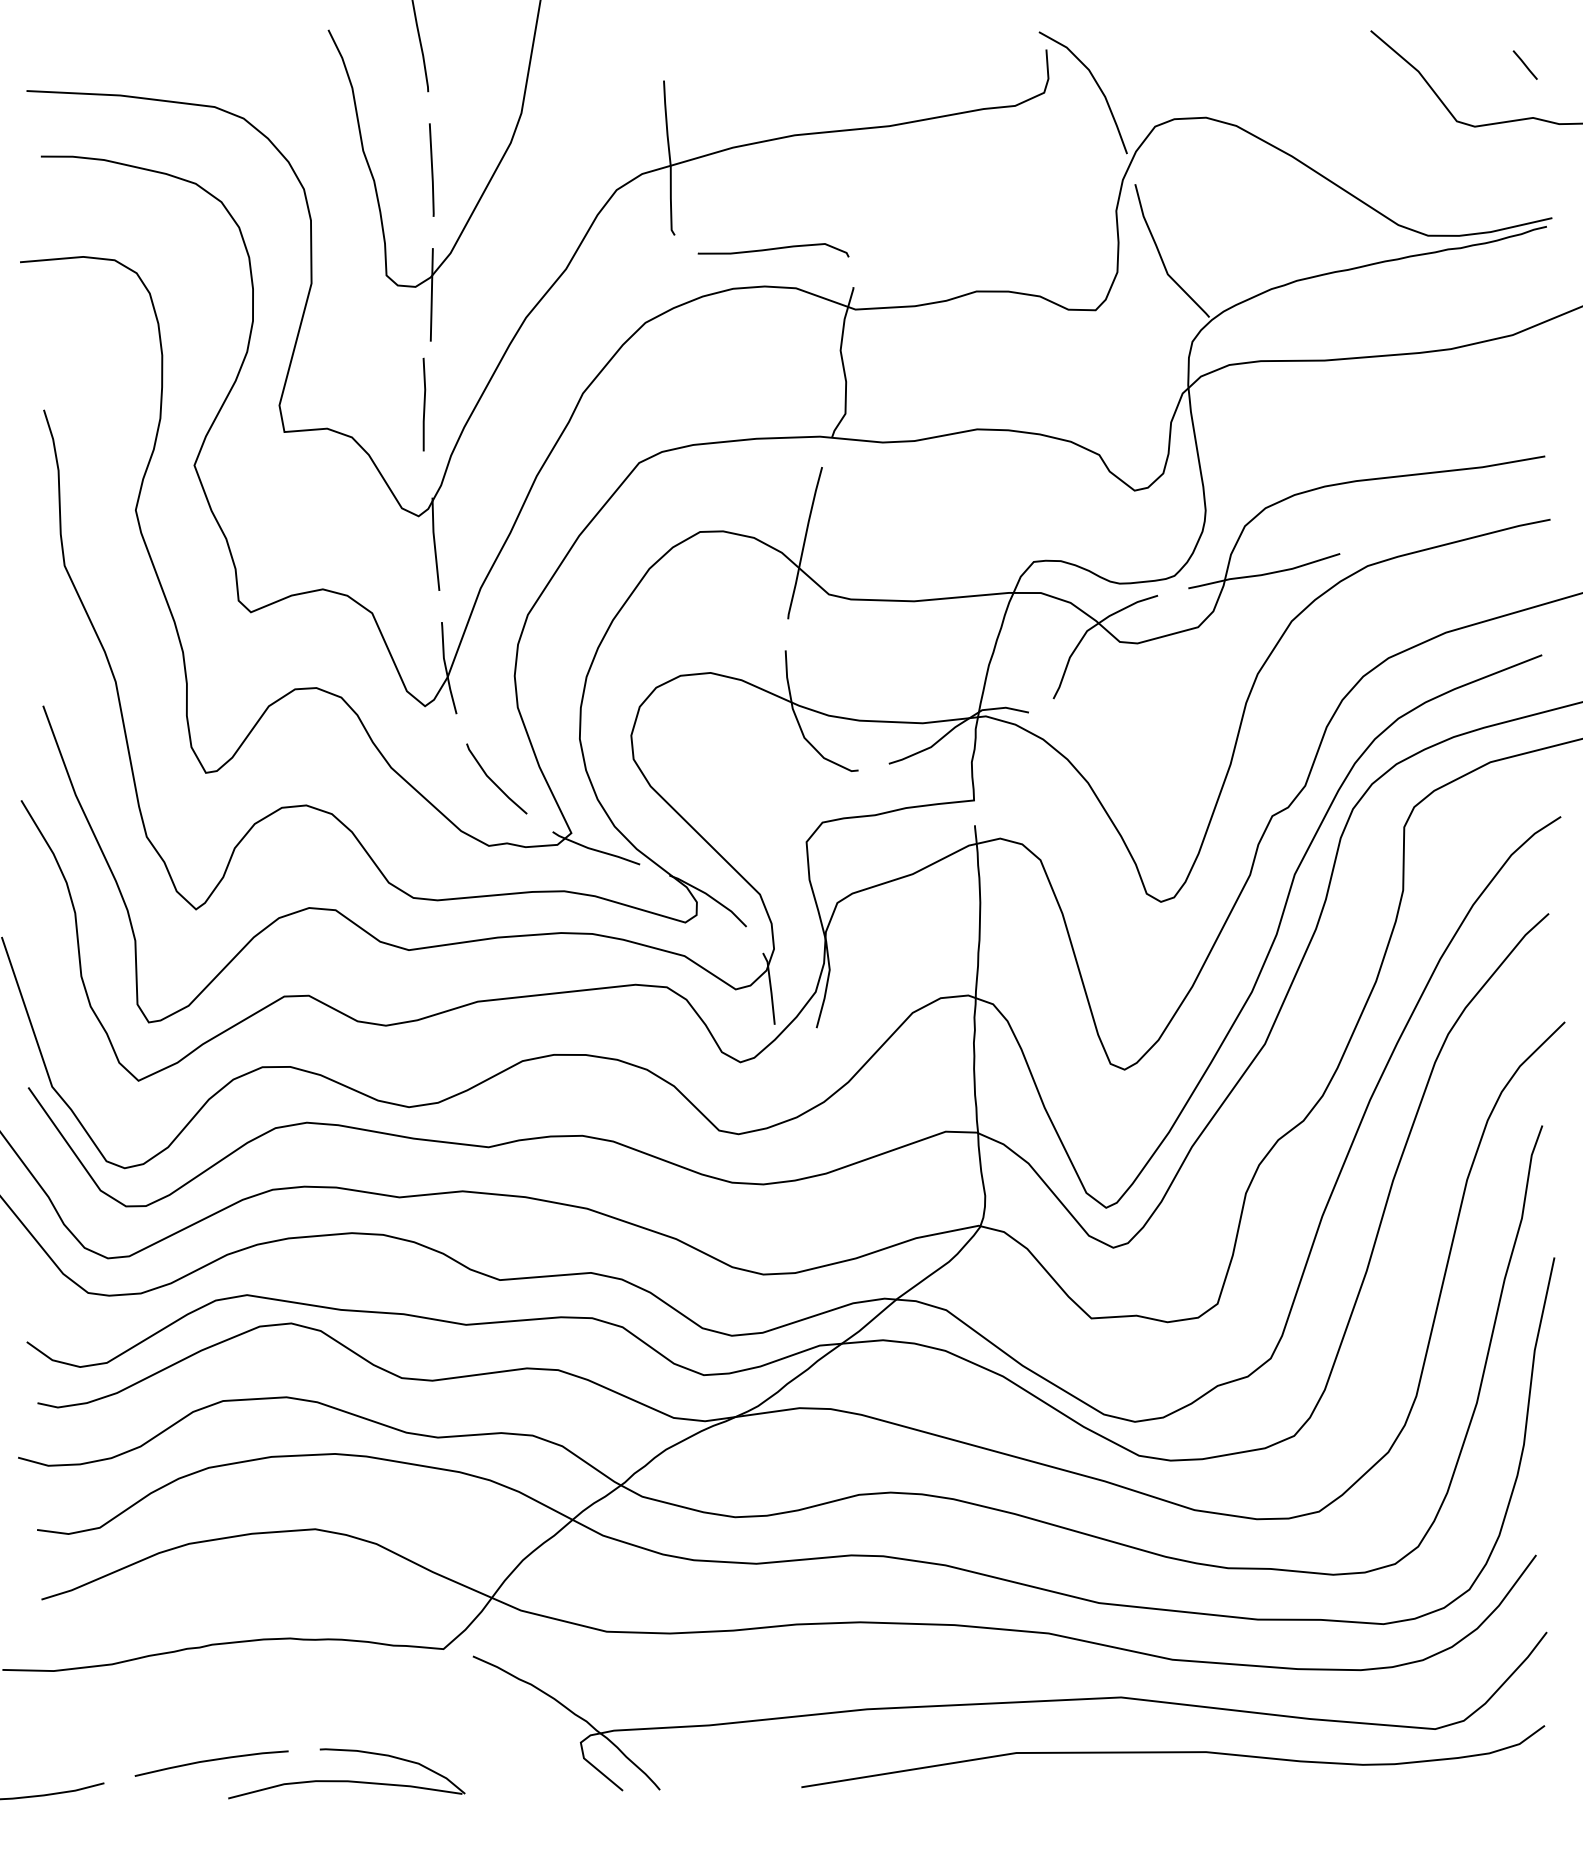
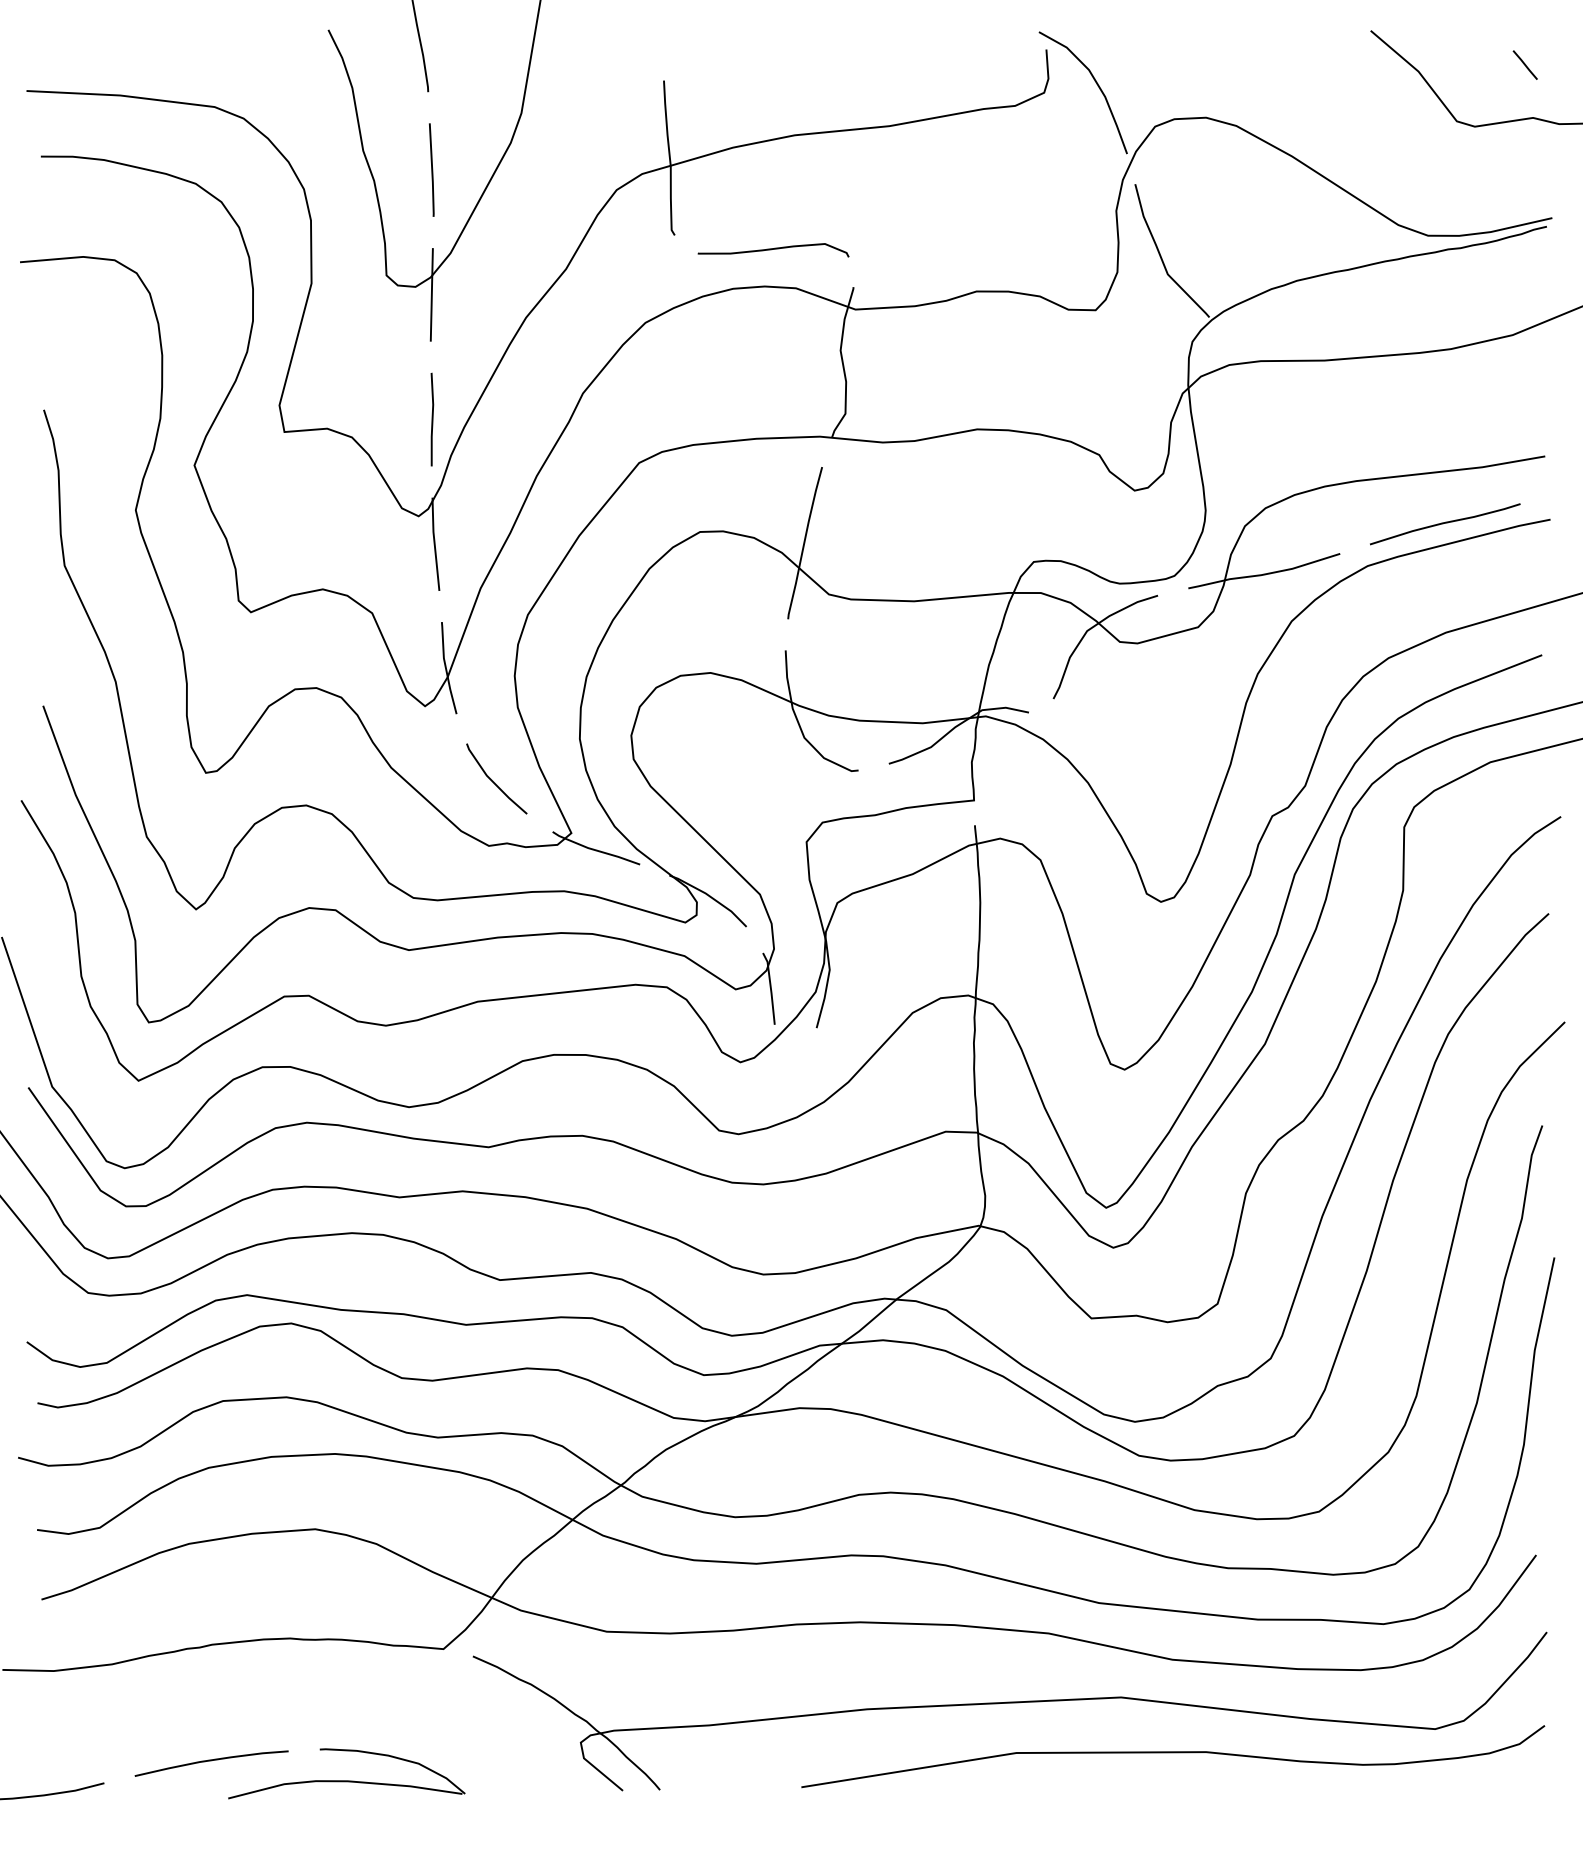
line at (424, 404) position: (424, 404) -> (432, 419)
curve at (1445, 523): none -> present
